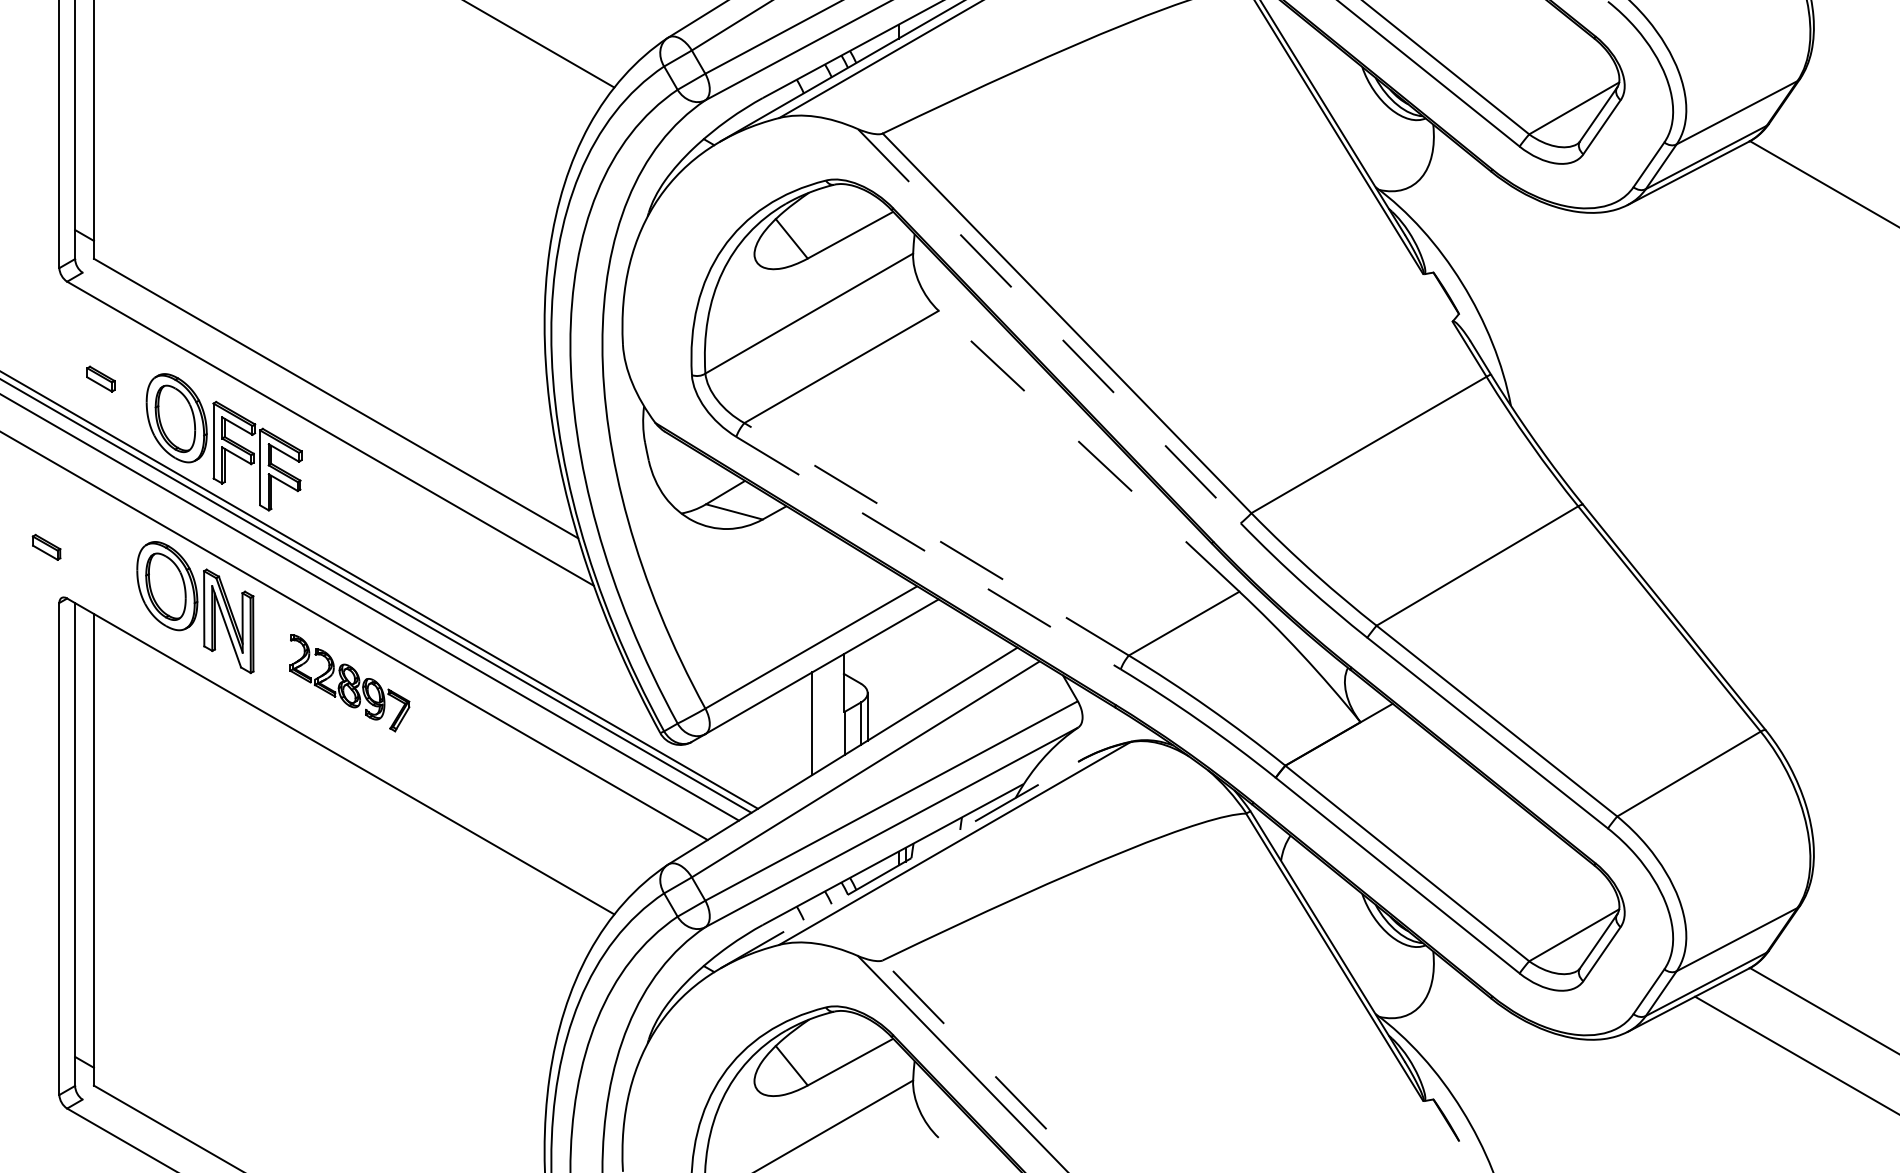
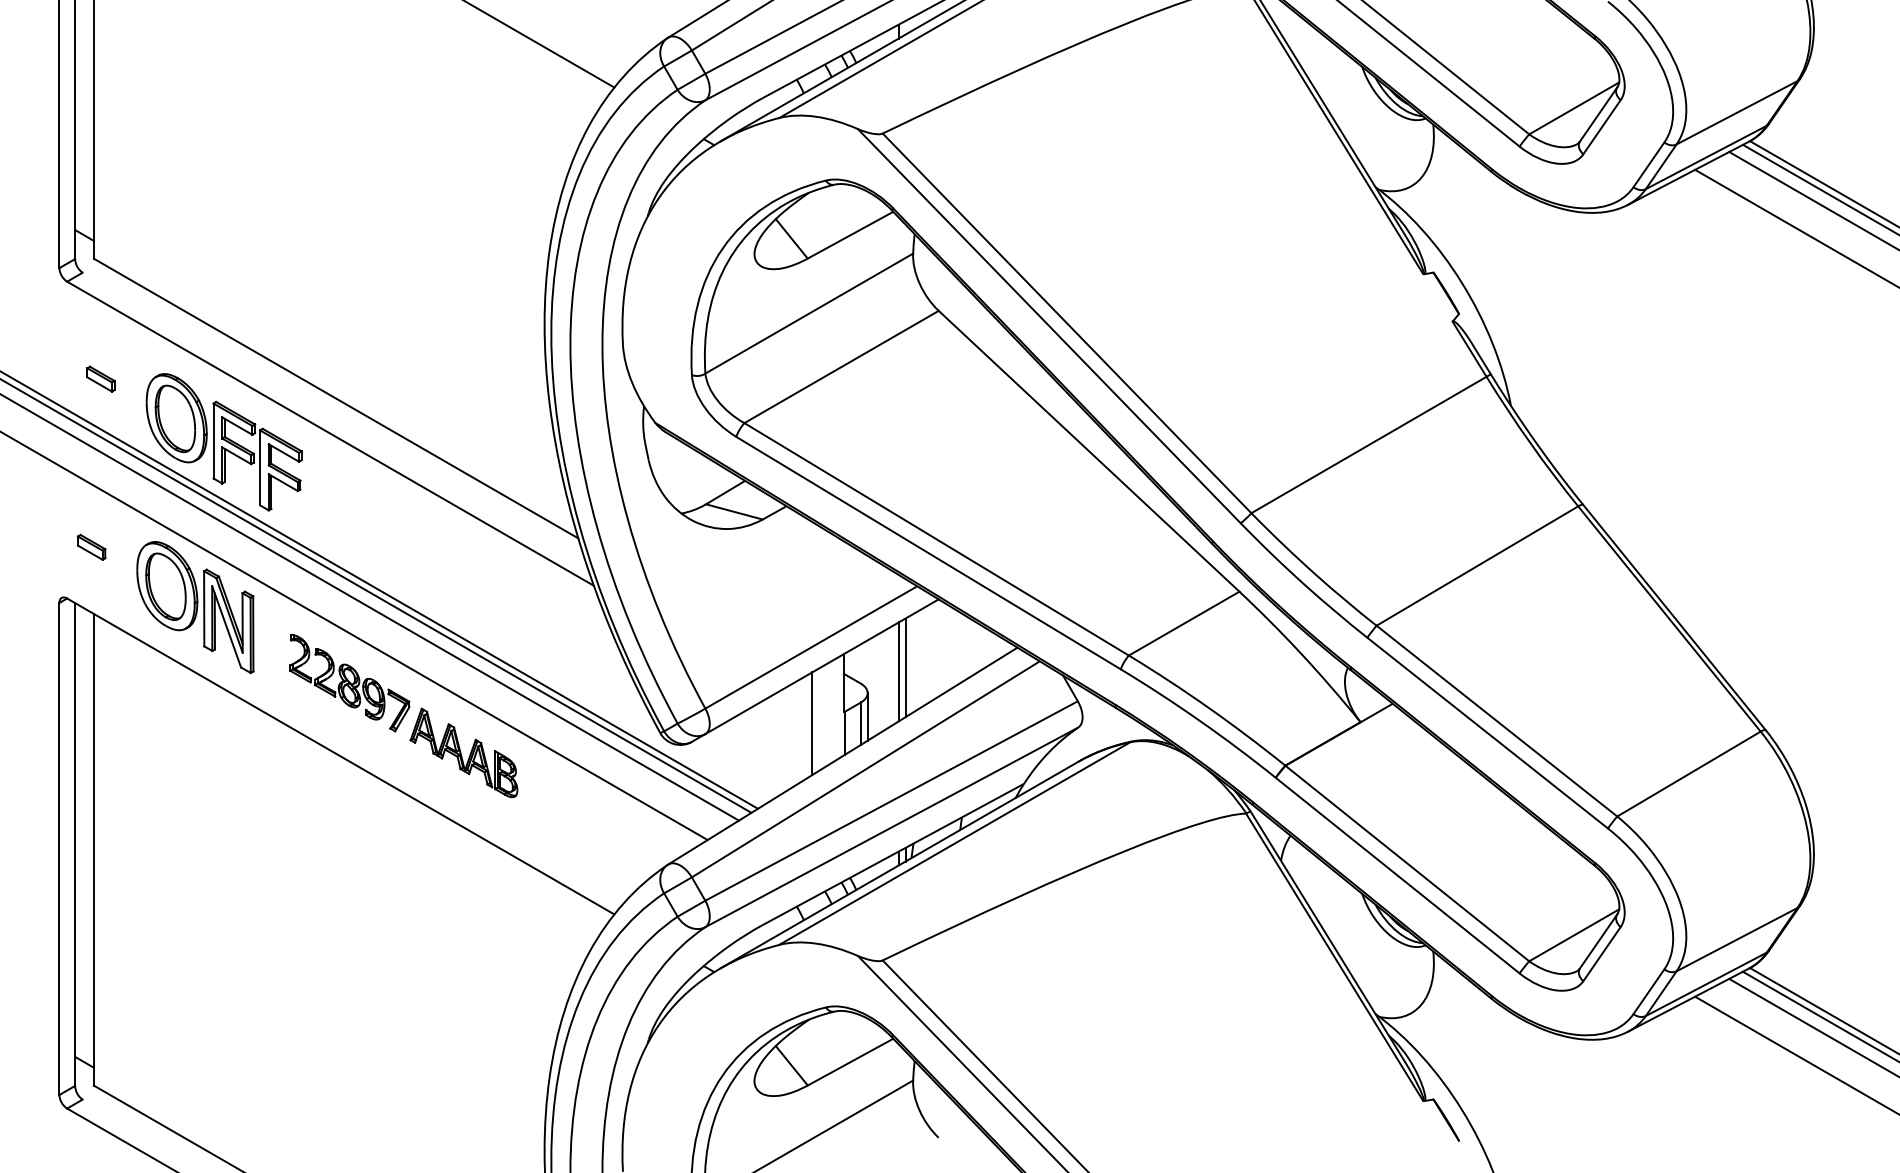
line at (1819, 188): none -> present
line at (1812, 199): none -> present
line at (1795, 227): none -> present
line at (1049, 326): dashed -> solid
line at (1089, 451): dashed -> solid
line at (936, 539): dashed -> solid
part at (46, 546) position: (46, 546) -> (91, 546)
line at (928, 553): dashed -> solid
line at (905, 667): none -> present
line at (898, 671): none -> present
part at (463, 752): none -> present
line at (899, 865): dashed -> solid
line at (1819, 1015): none -> present
line at (1812, 1026): none -> present
line at (985, 1066): dashed -> solid
